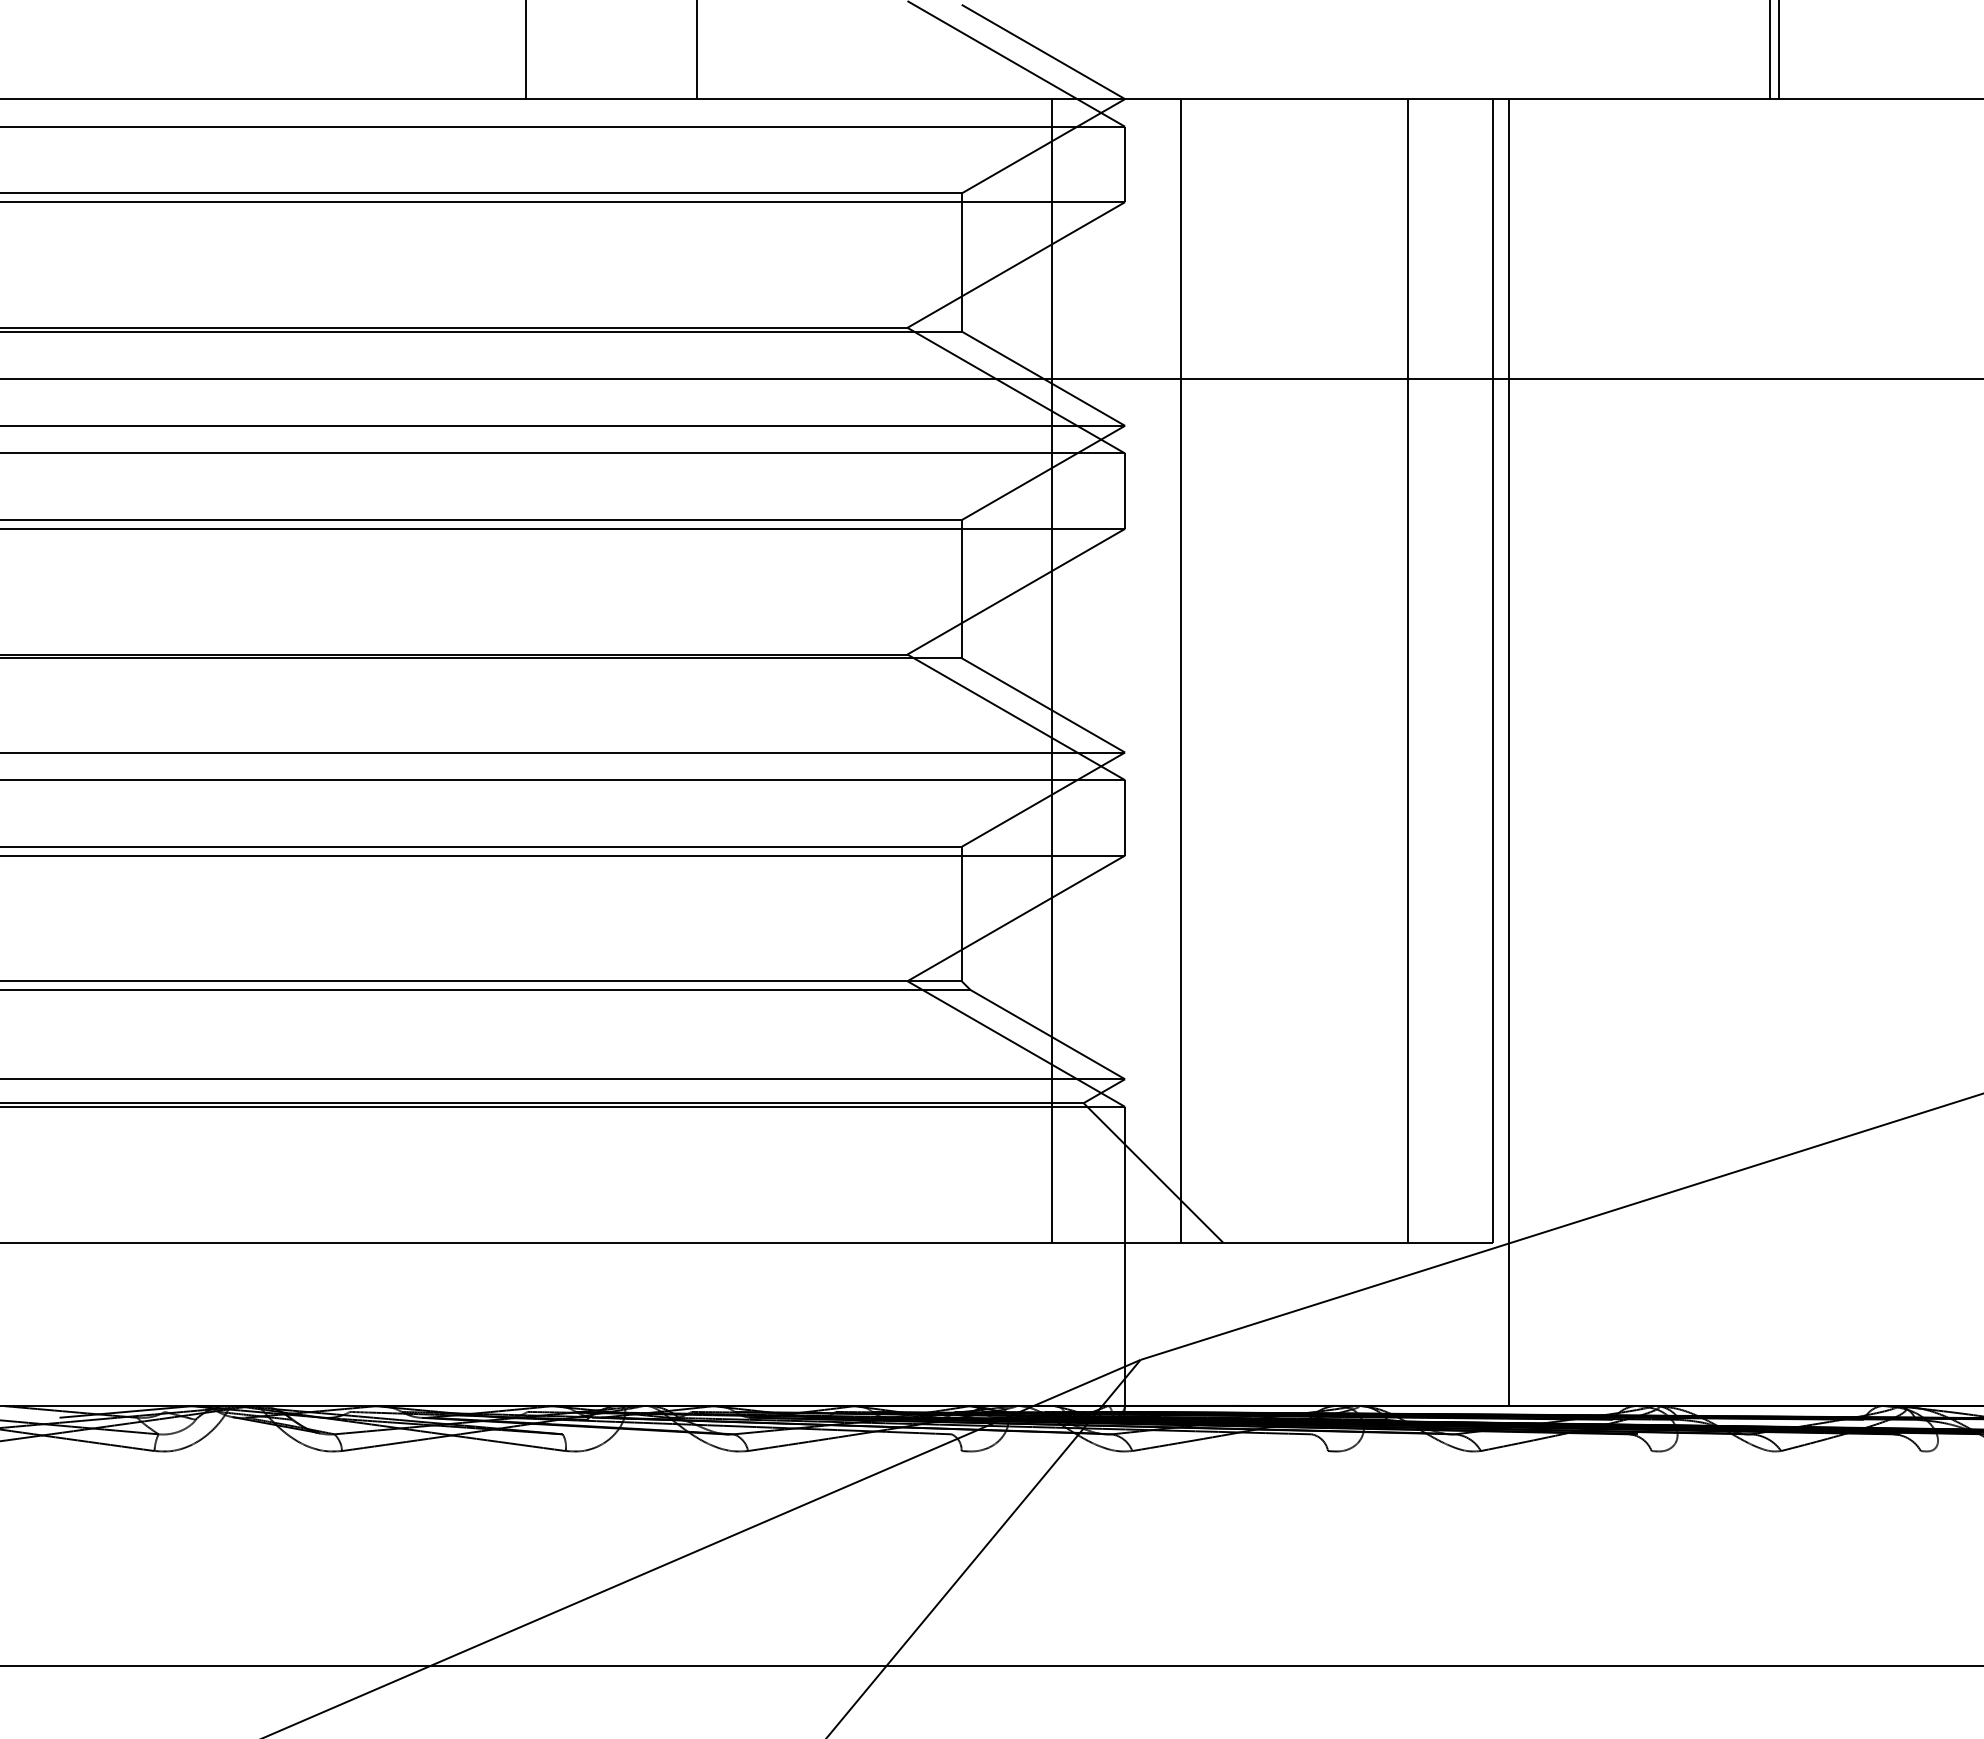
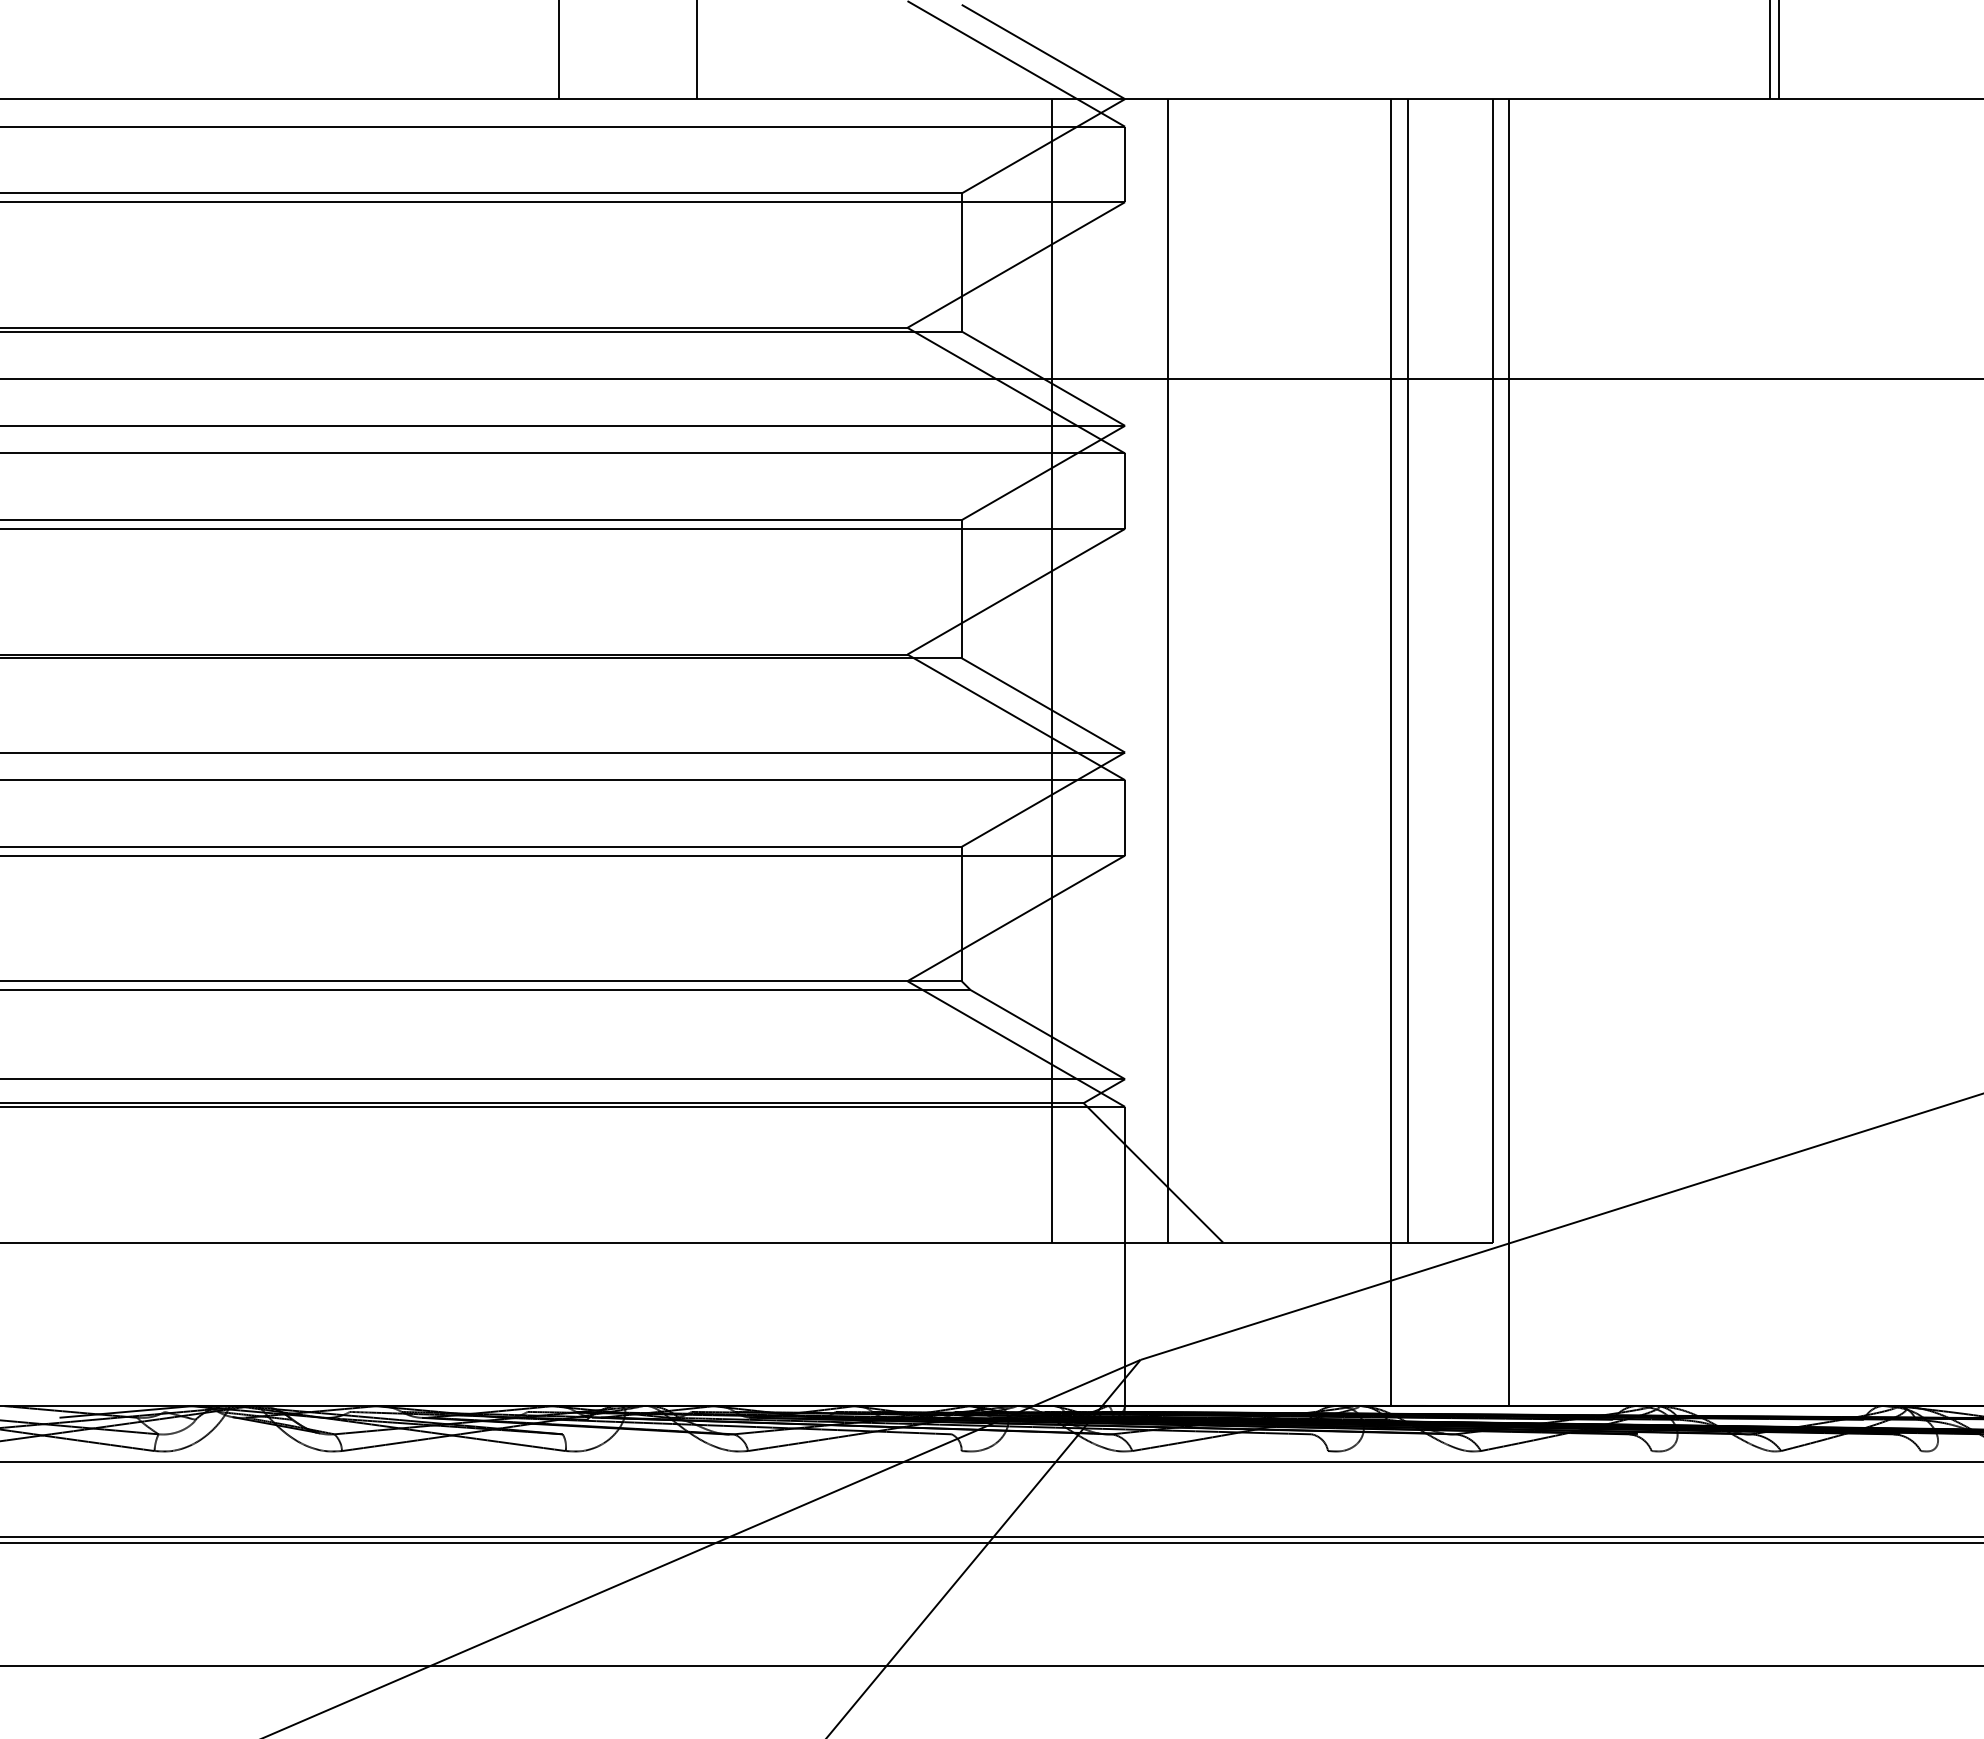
line at (525, 50) position: (525, 50) -> (558, 50)
line at (1181, 670) position: (1181, 670) -> (1168, 670)
line at (1391, 752): none -> present
line at (991, 1461): none -> present
line at (991, 1536): none -> present
line at (991, 1543): none -> present
